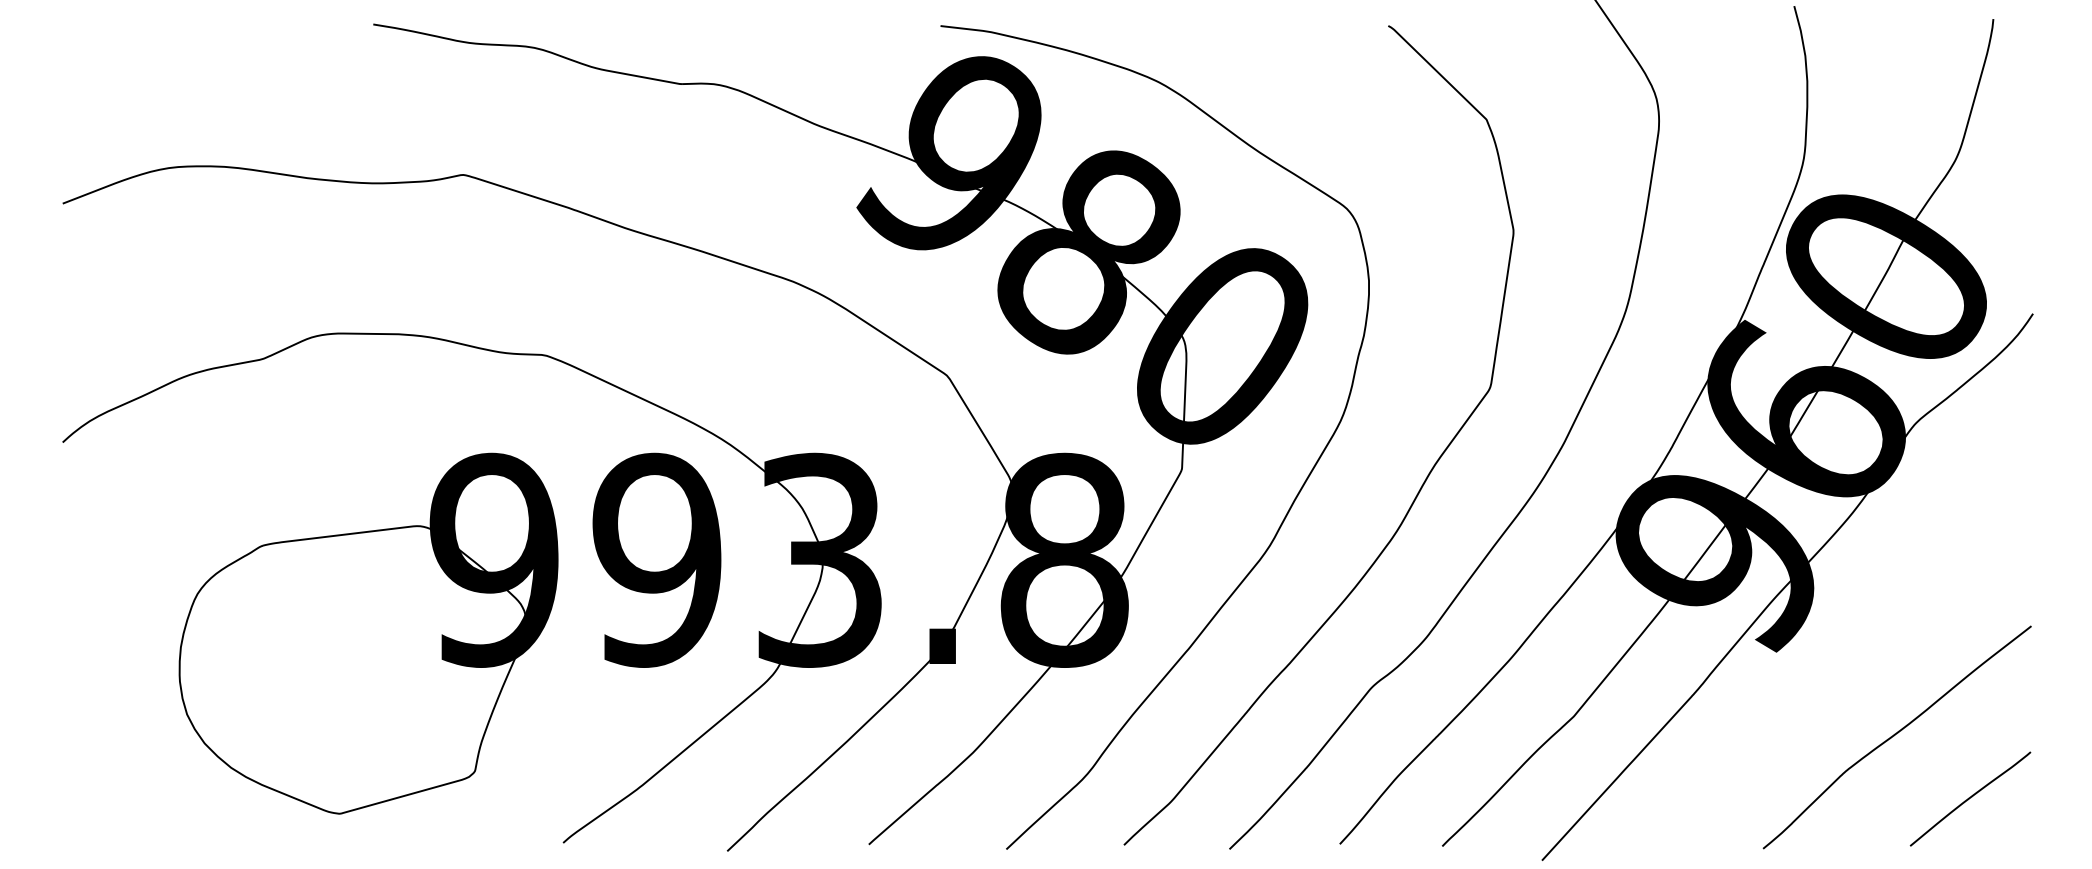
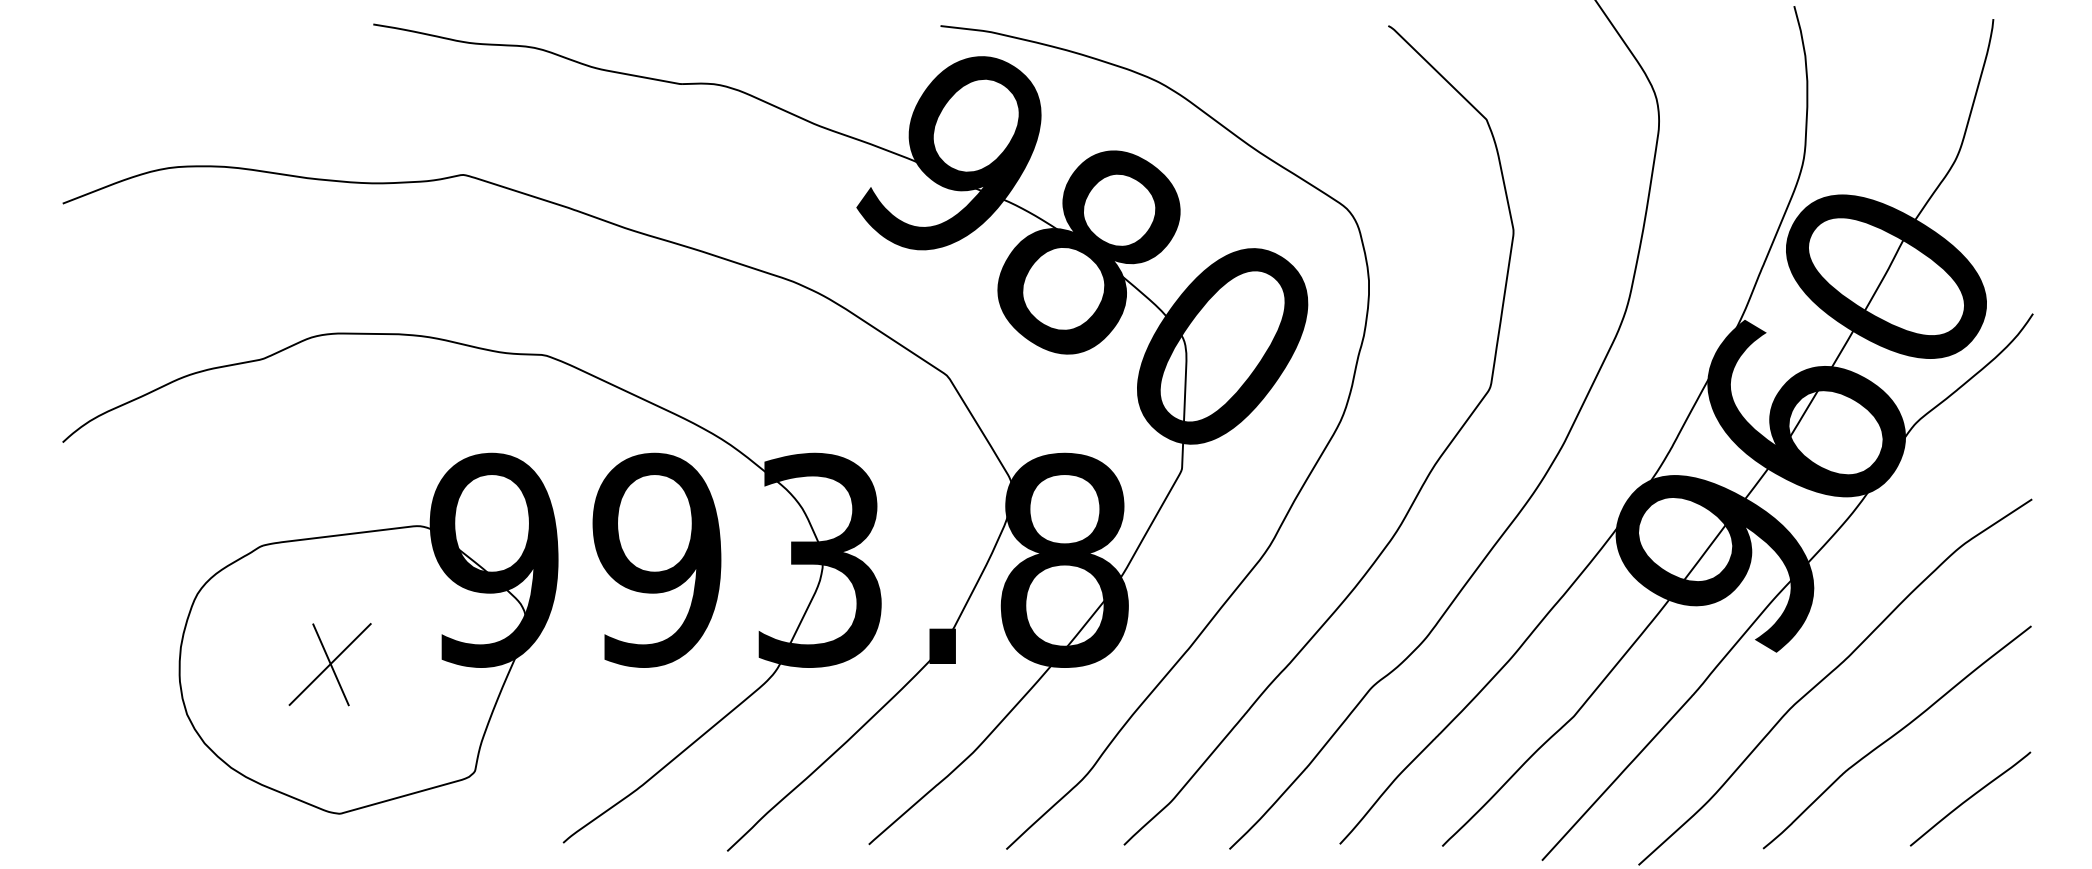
part at (329, 664): none -> present
curve at (1829, 675): none -> present
